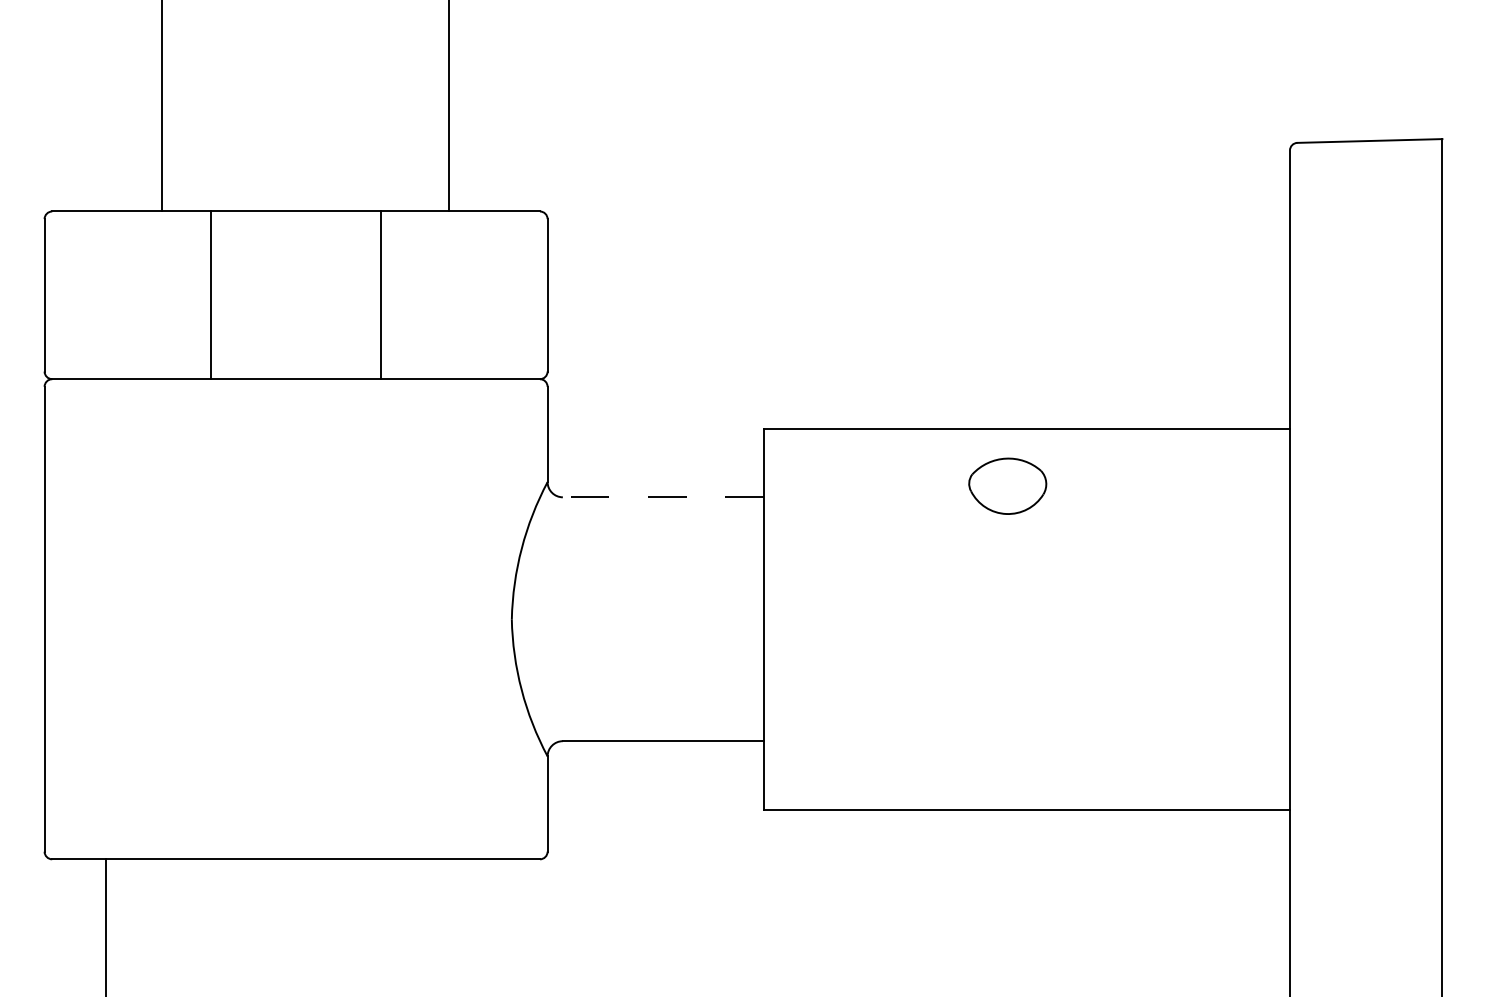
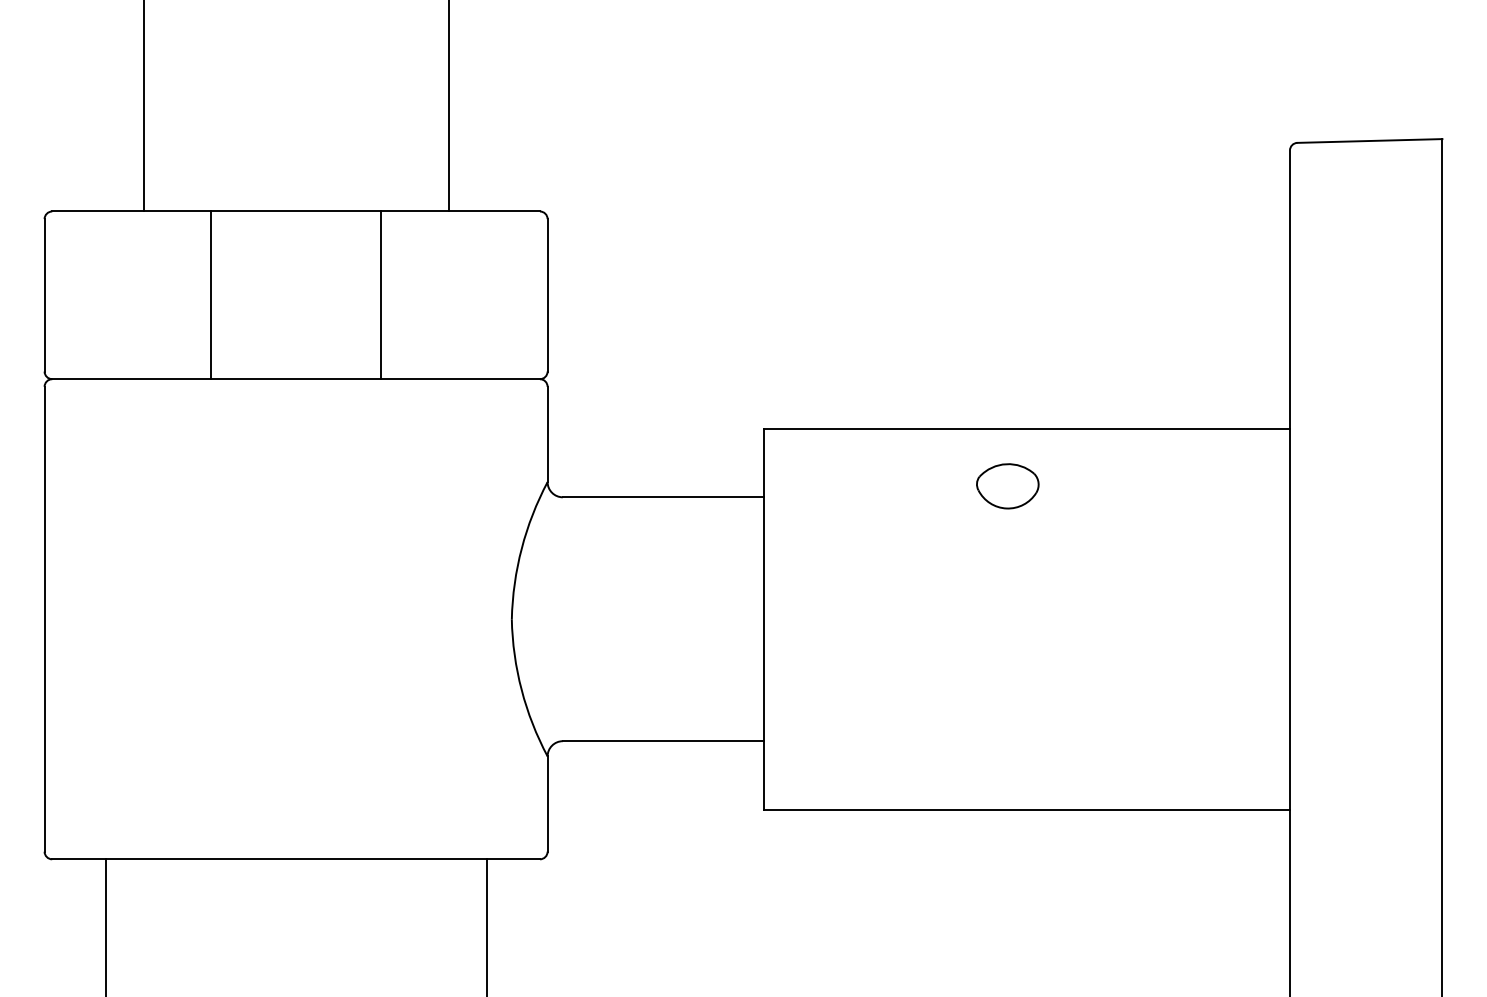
line at (161, 106) position: (161, 106) -> (143, 106)
part at (1007, 485) size: 80x58 px -> 64x47 px
line at (663, 497): dashed -> solid
line at (486, 926): none -> present
